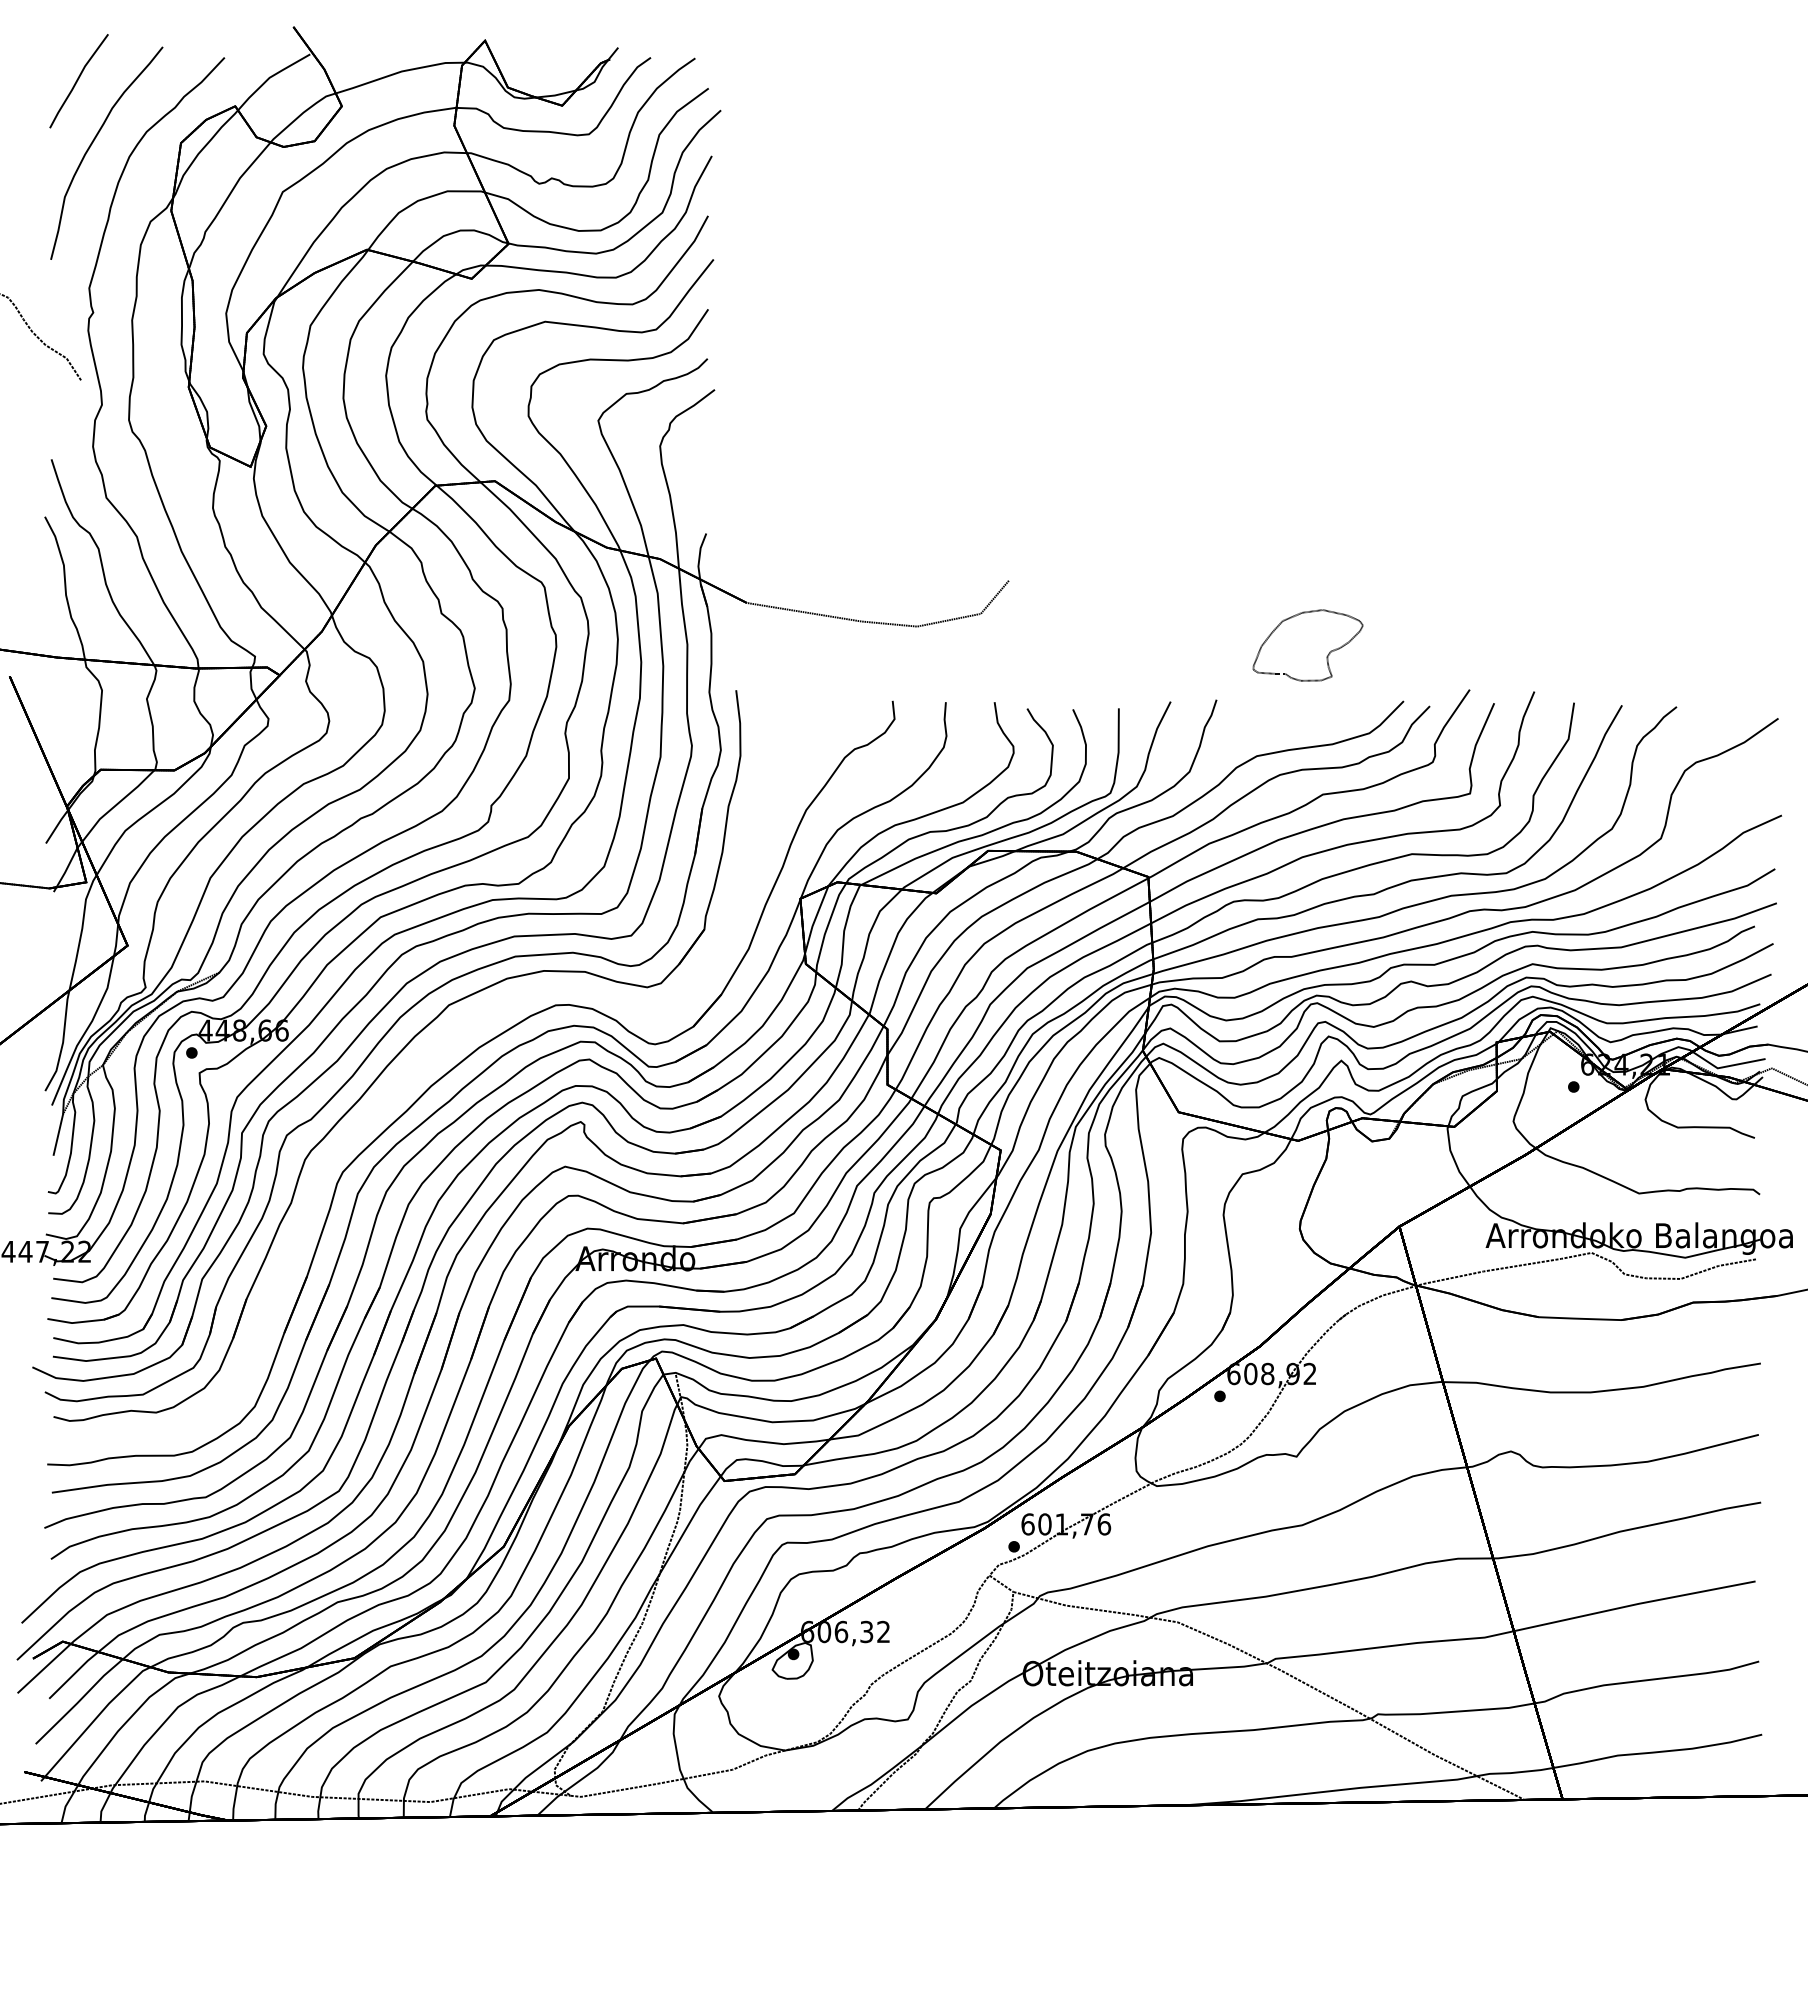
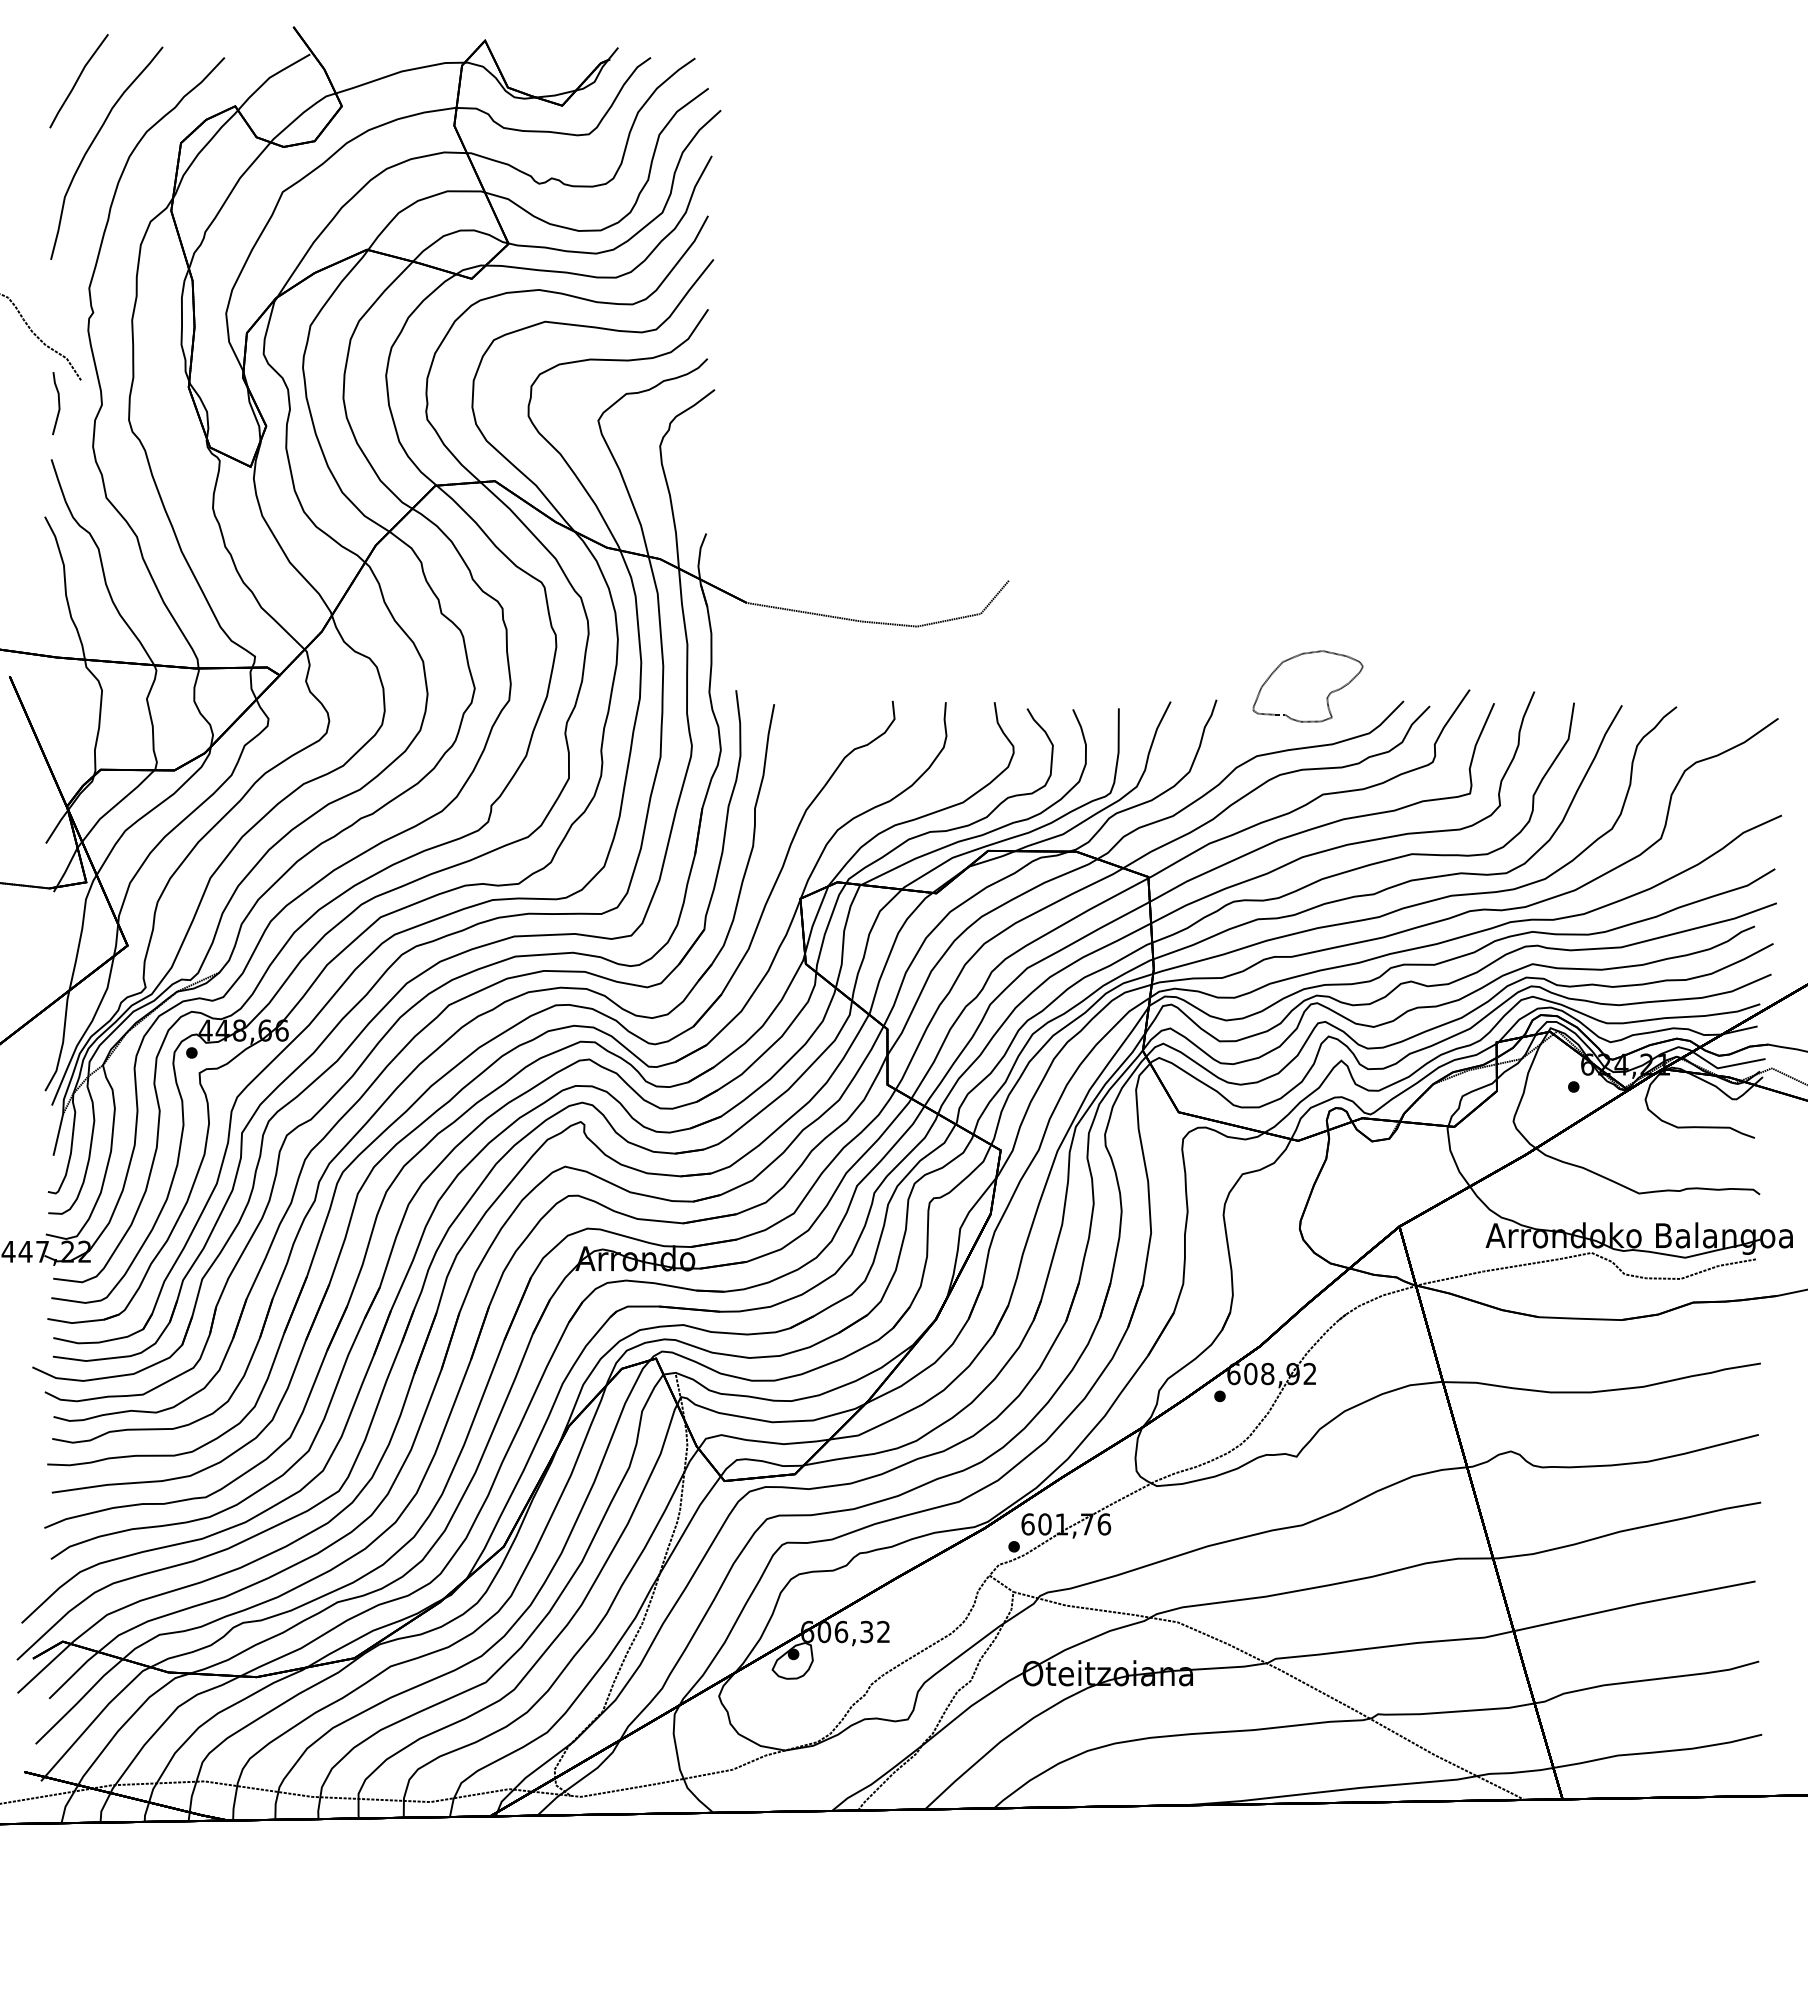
line at (58, 403): none -> present
part at (1326, 656) position: (1326, 656) -> (1326, 697)
part at (413, 1073): none -> present
